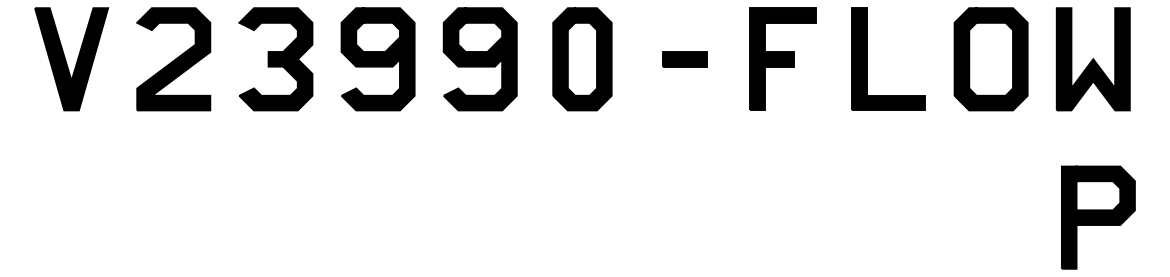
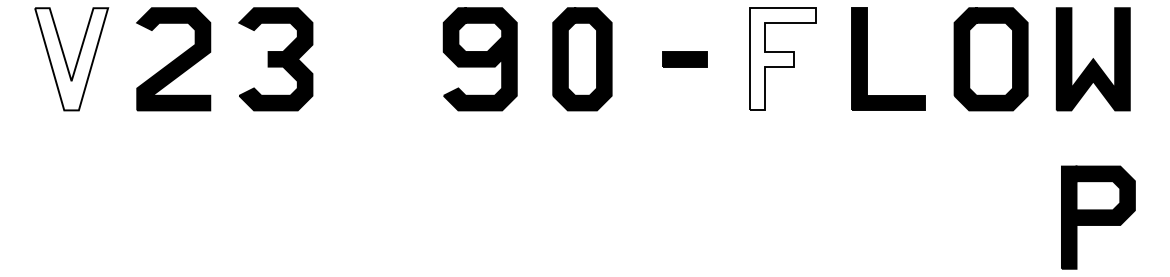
fill at (71, 59): present -> none
part at (377, 59): present -> none
fill at (782, 59): present -> none
